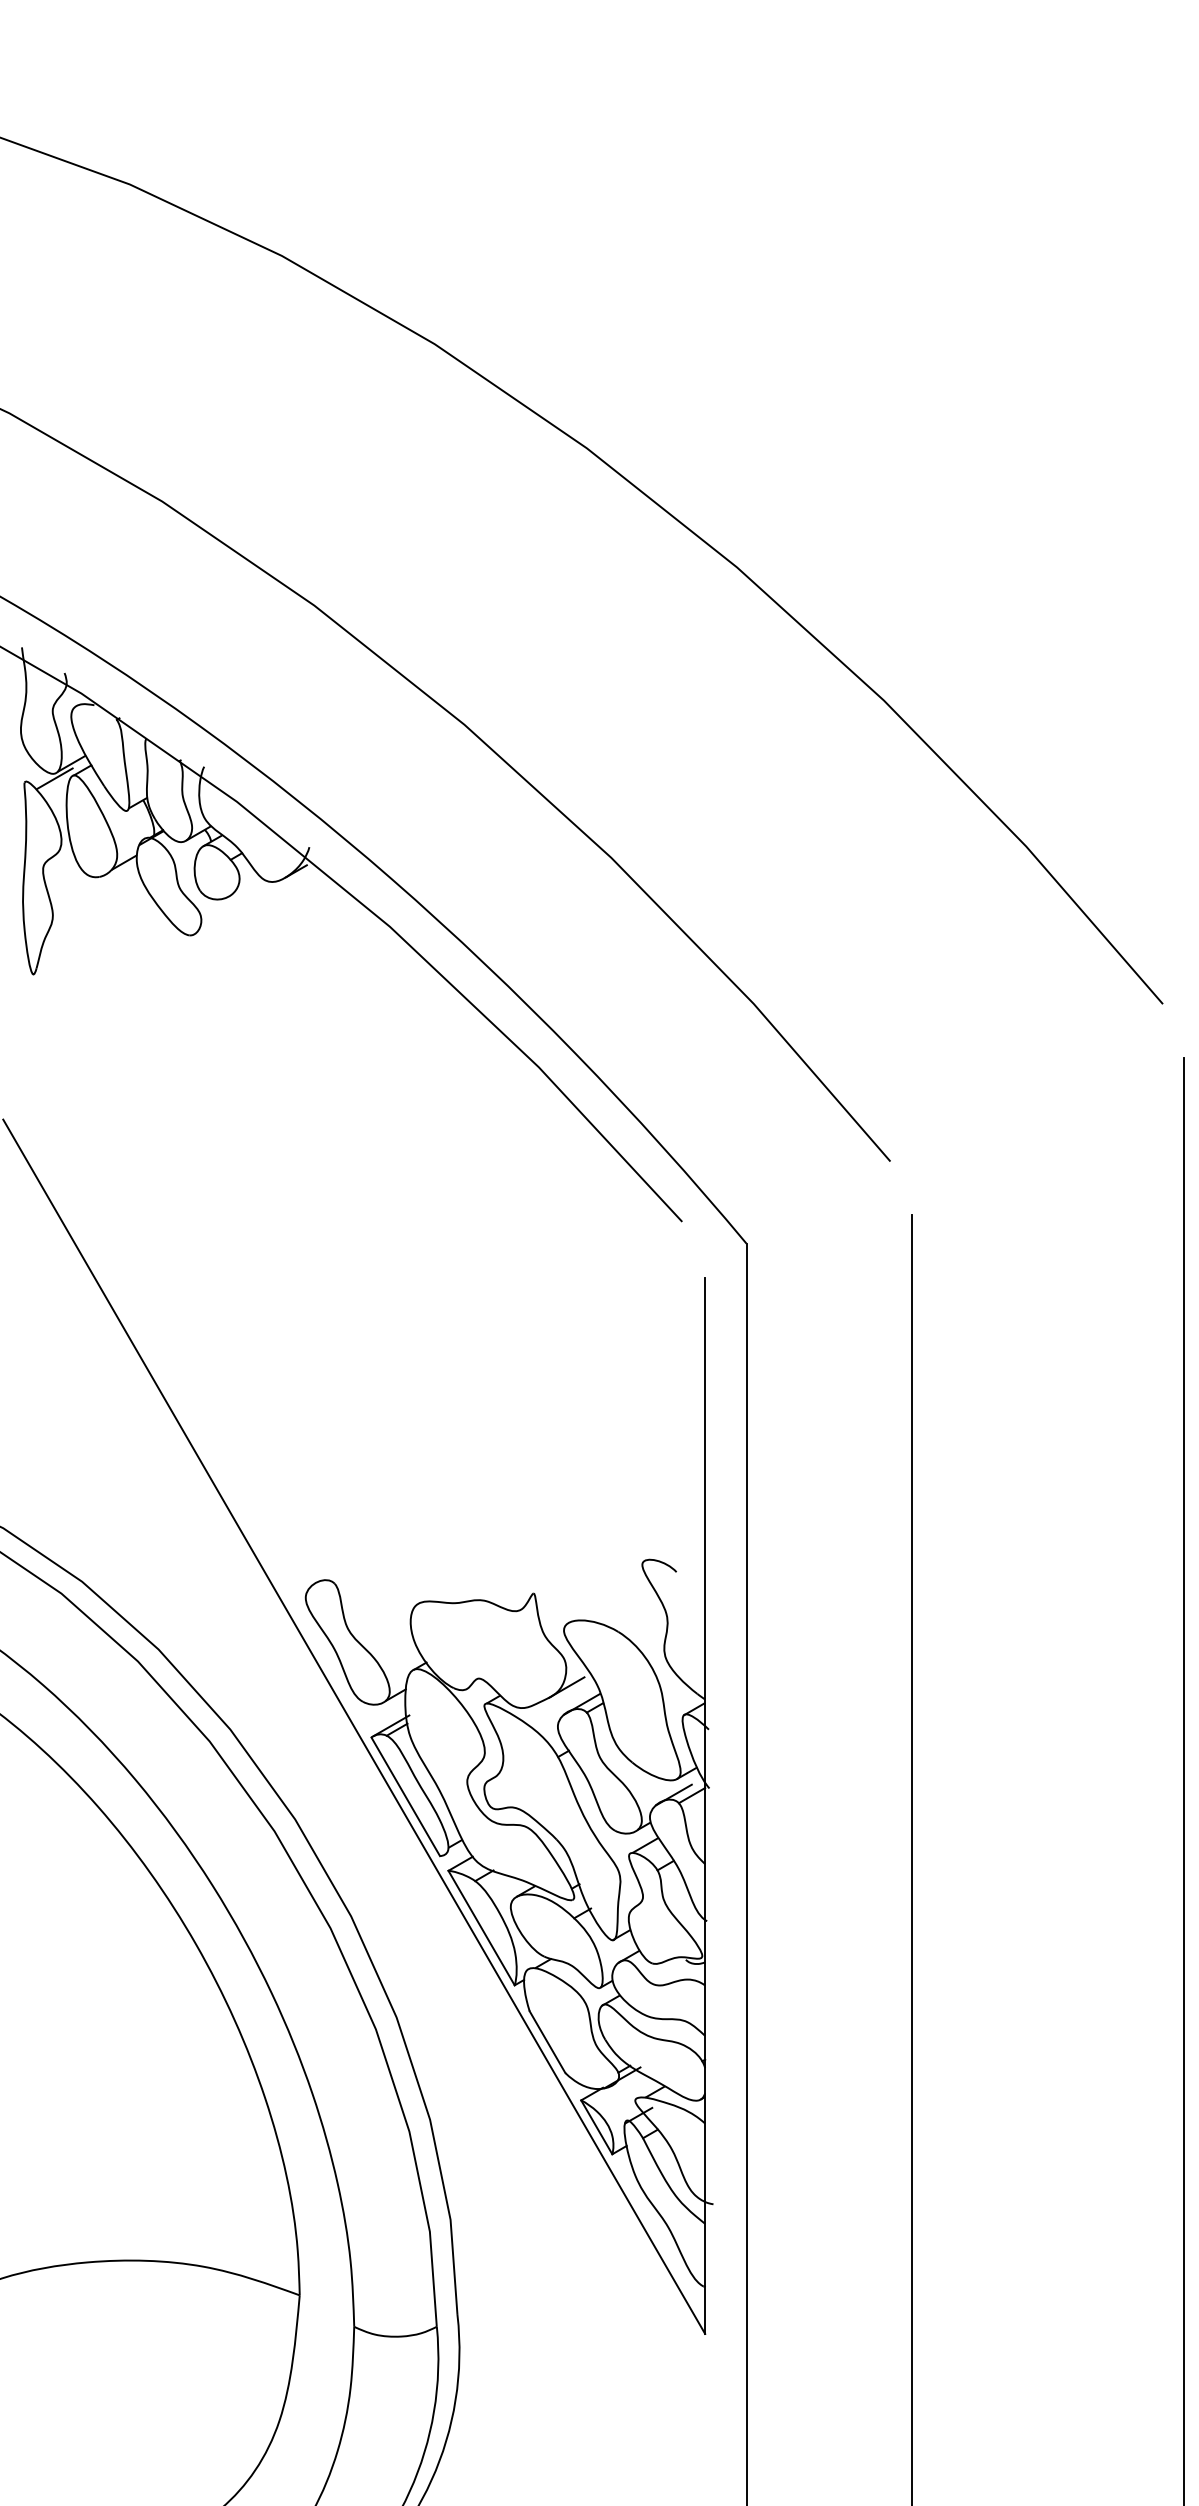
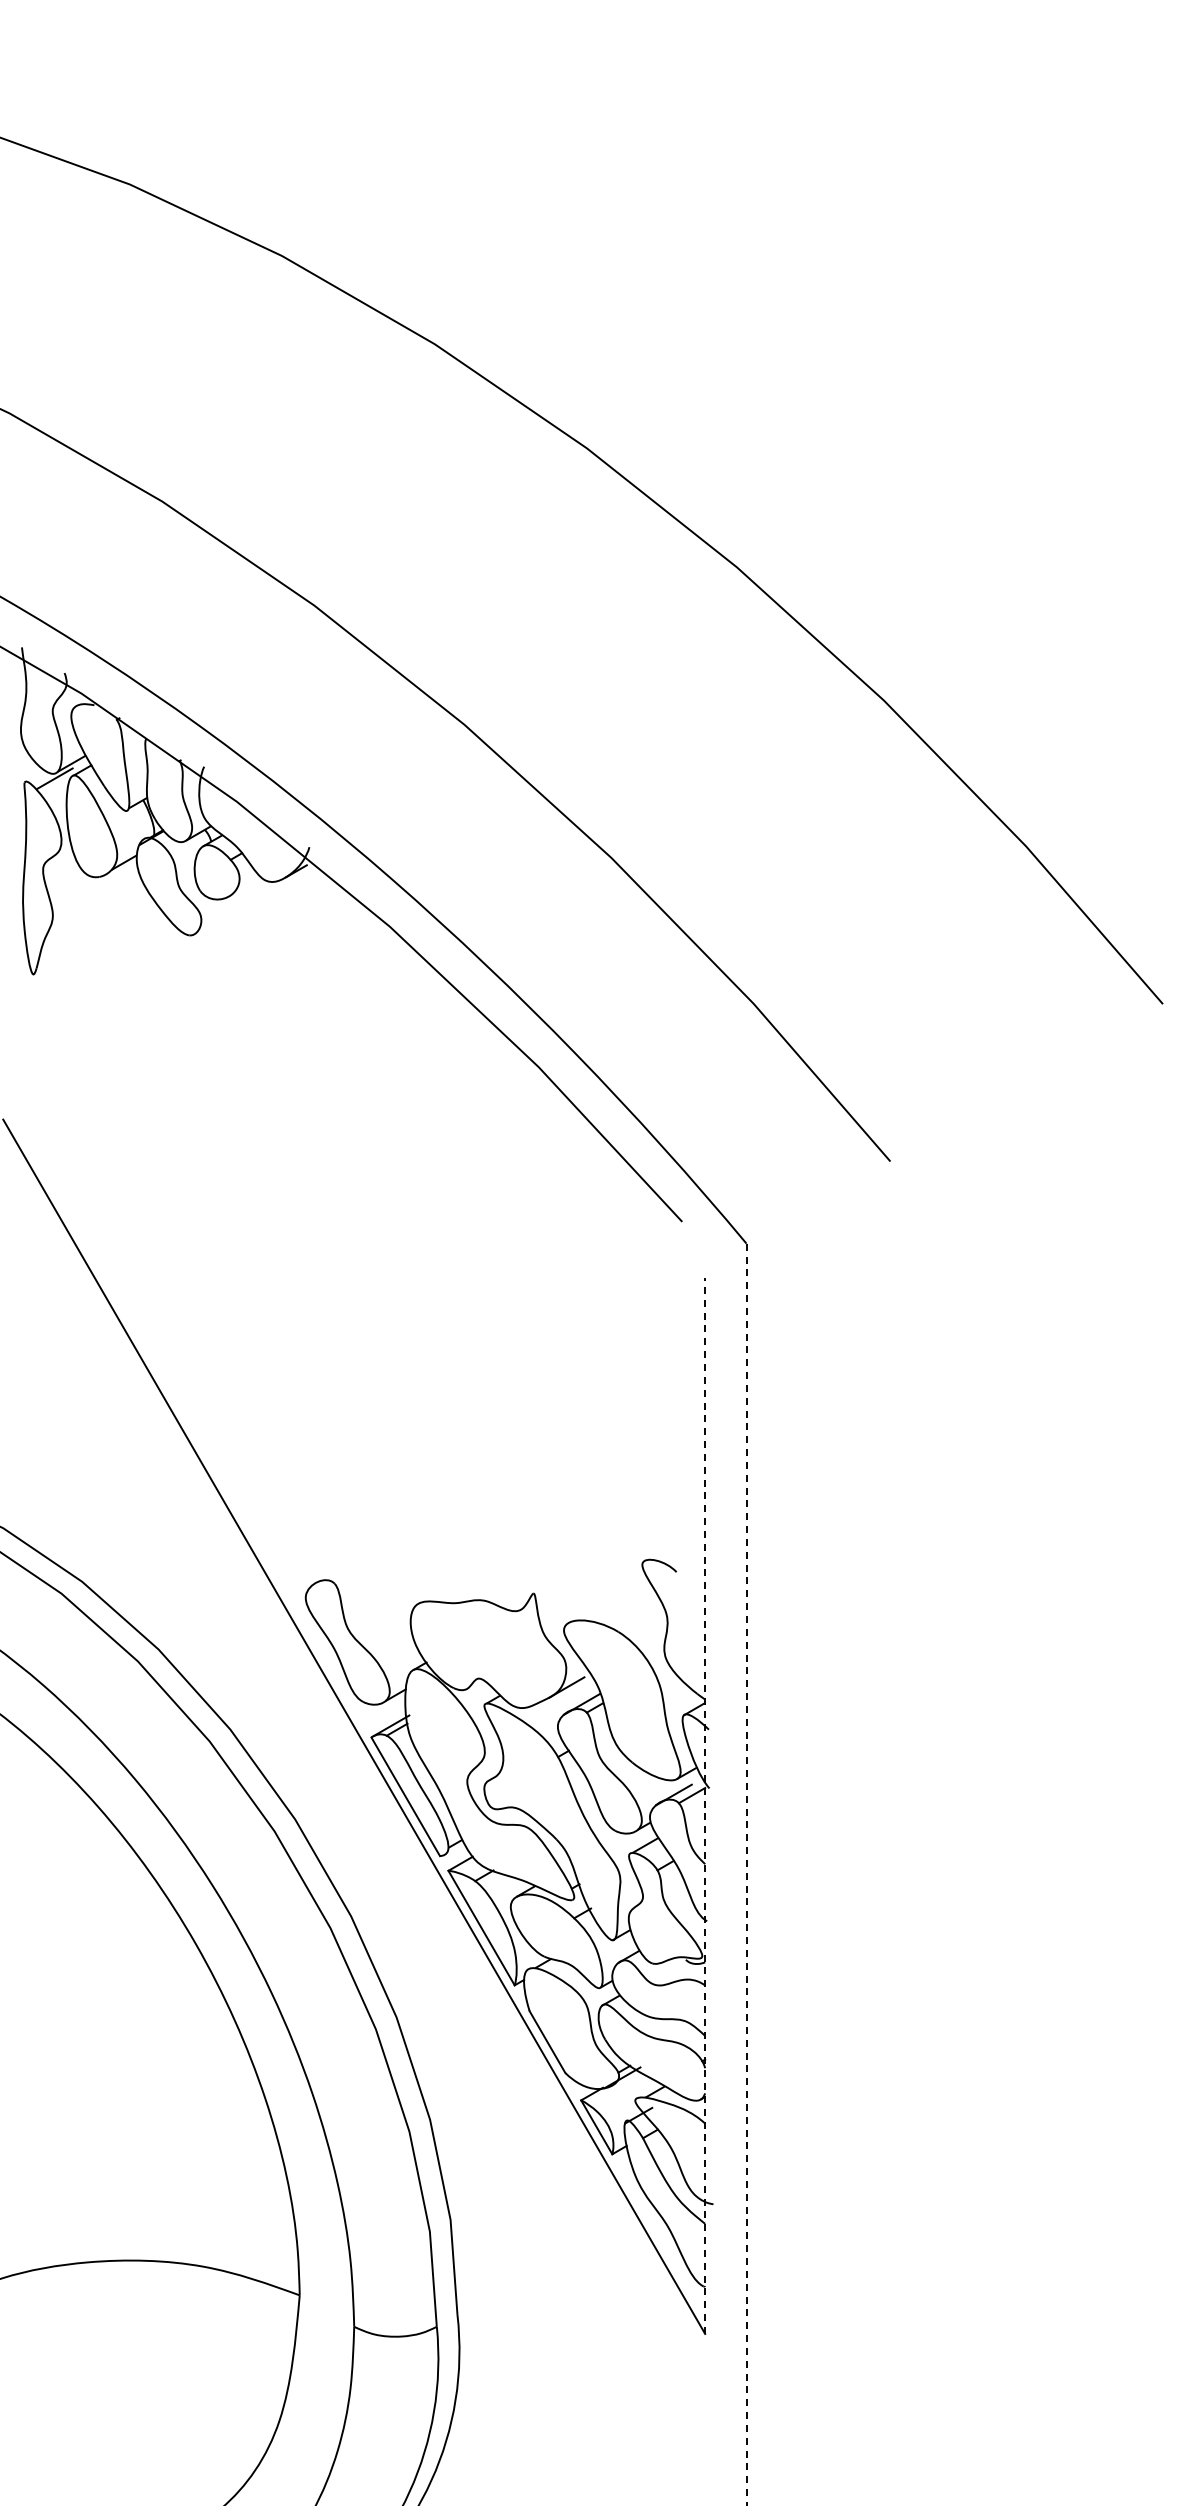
line at (1184, 1780): present -> none
line at (705, 1805): solid -> dashed
line at (911, 1858): present -> none
line at (746, 1874): solid -> dashed
